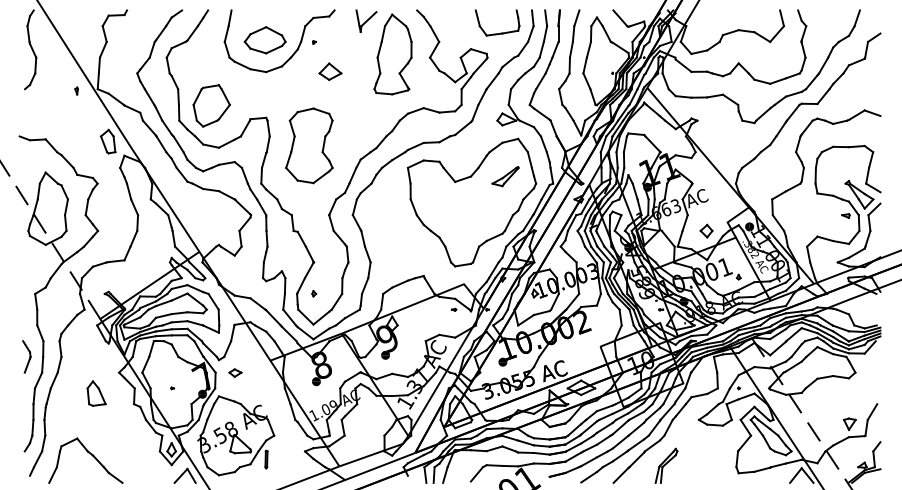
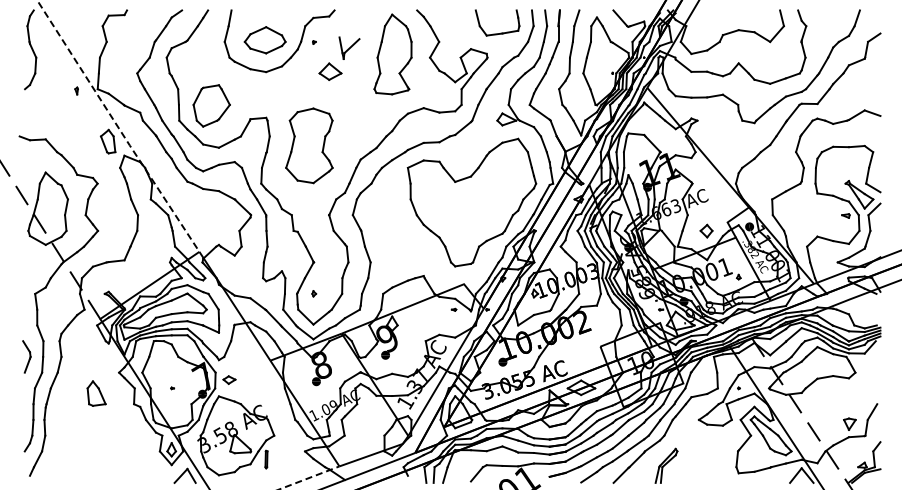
part at (366, 20) position: (366, 20) -> (349, 47)
line at (118, 127): solid -> dashed
part at (505, 176): present -> none
part at (235, 372) position: (235, 372) -> (229, 379)
part at (88, 453): present -> none
line at (308, 478): solid -> dashed
